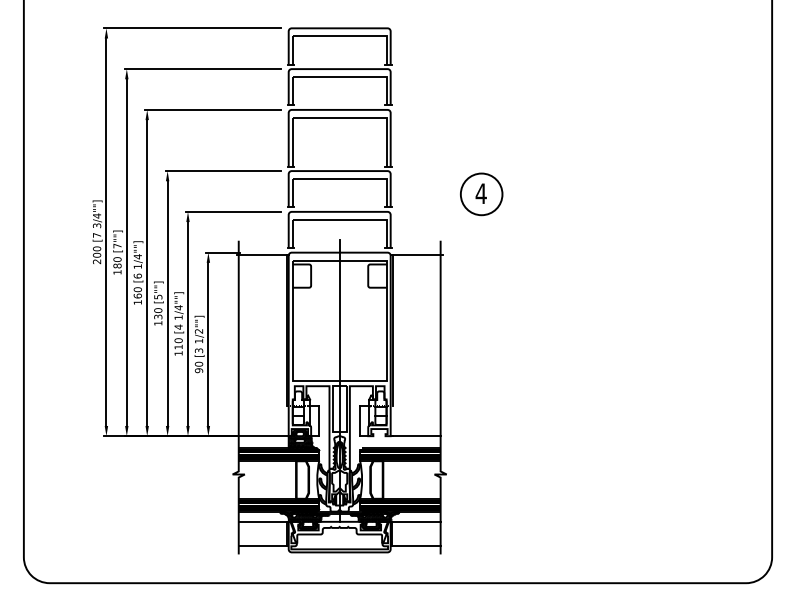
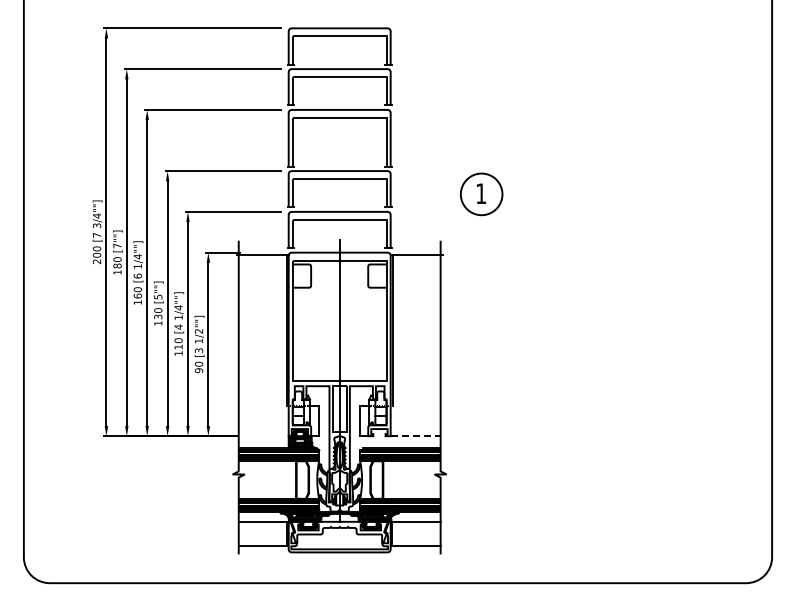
text at (480, 193): 4 -> 1
line at (263, 436): present -> none
line at (415, 436): solid -> dashed
